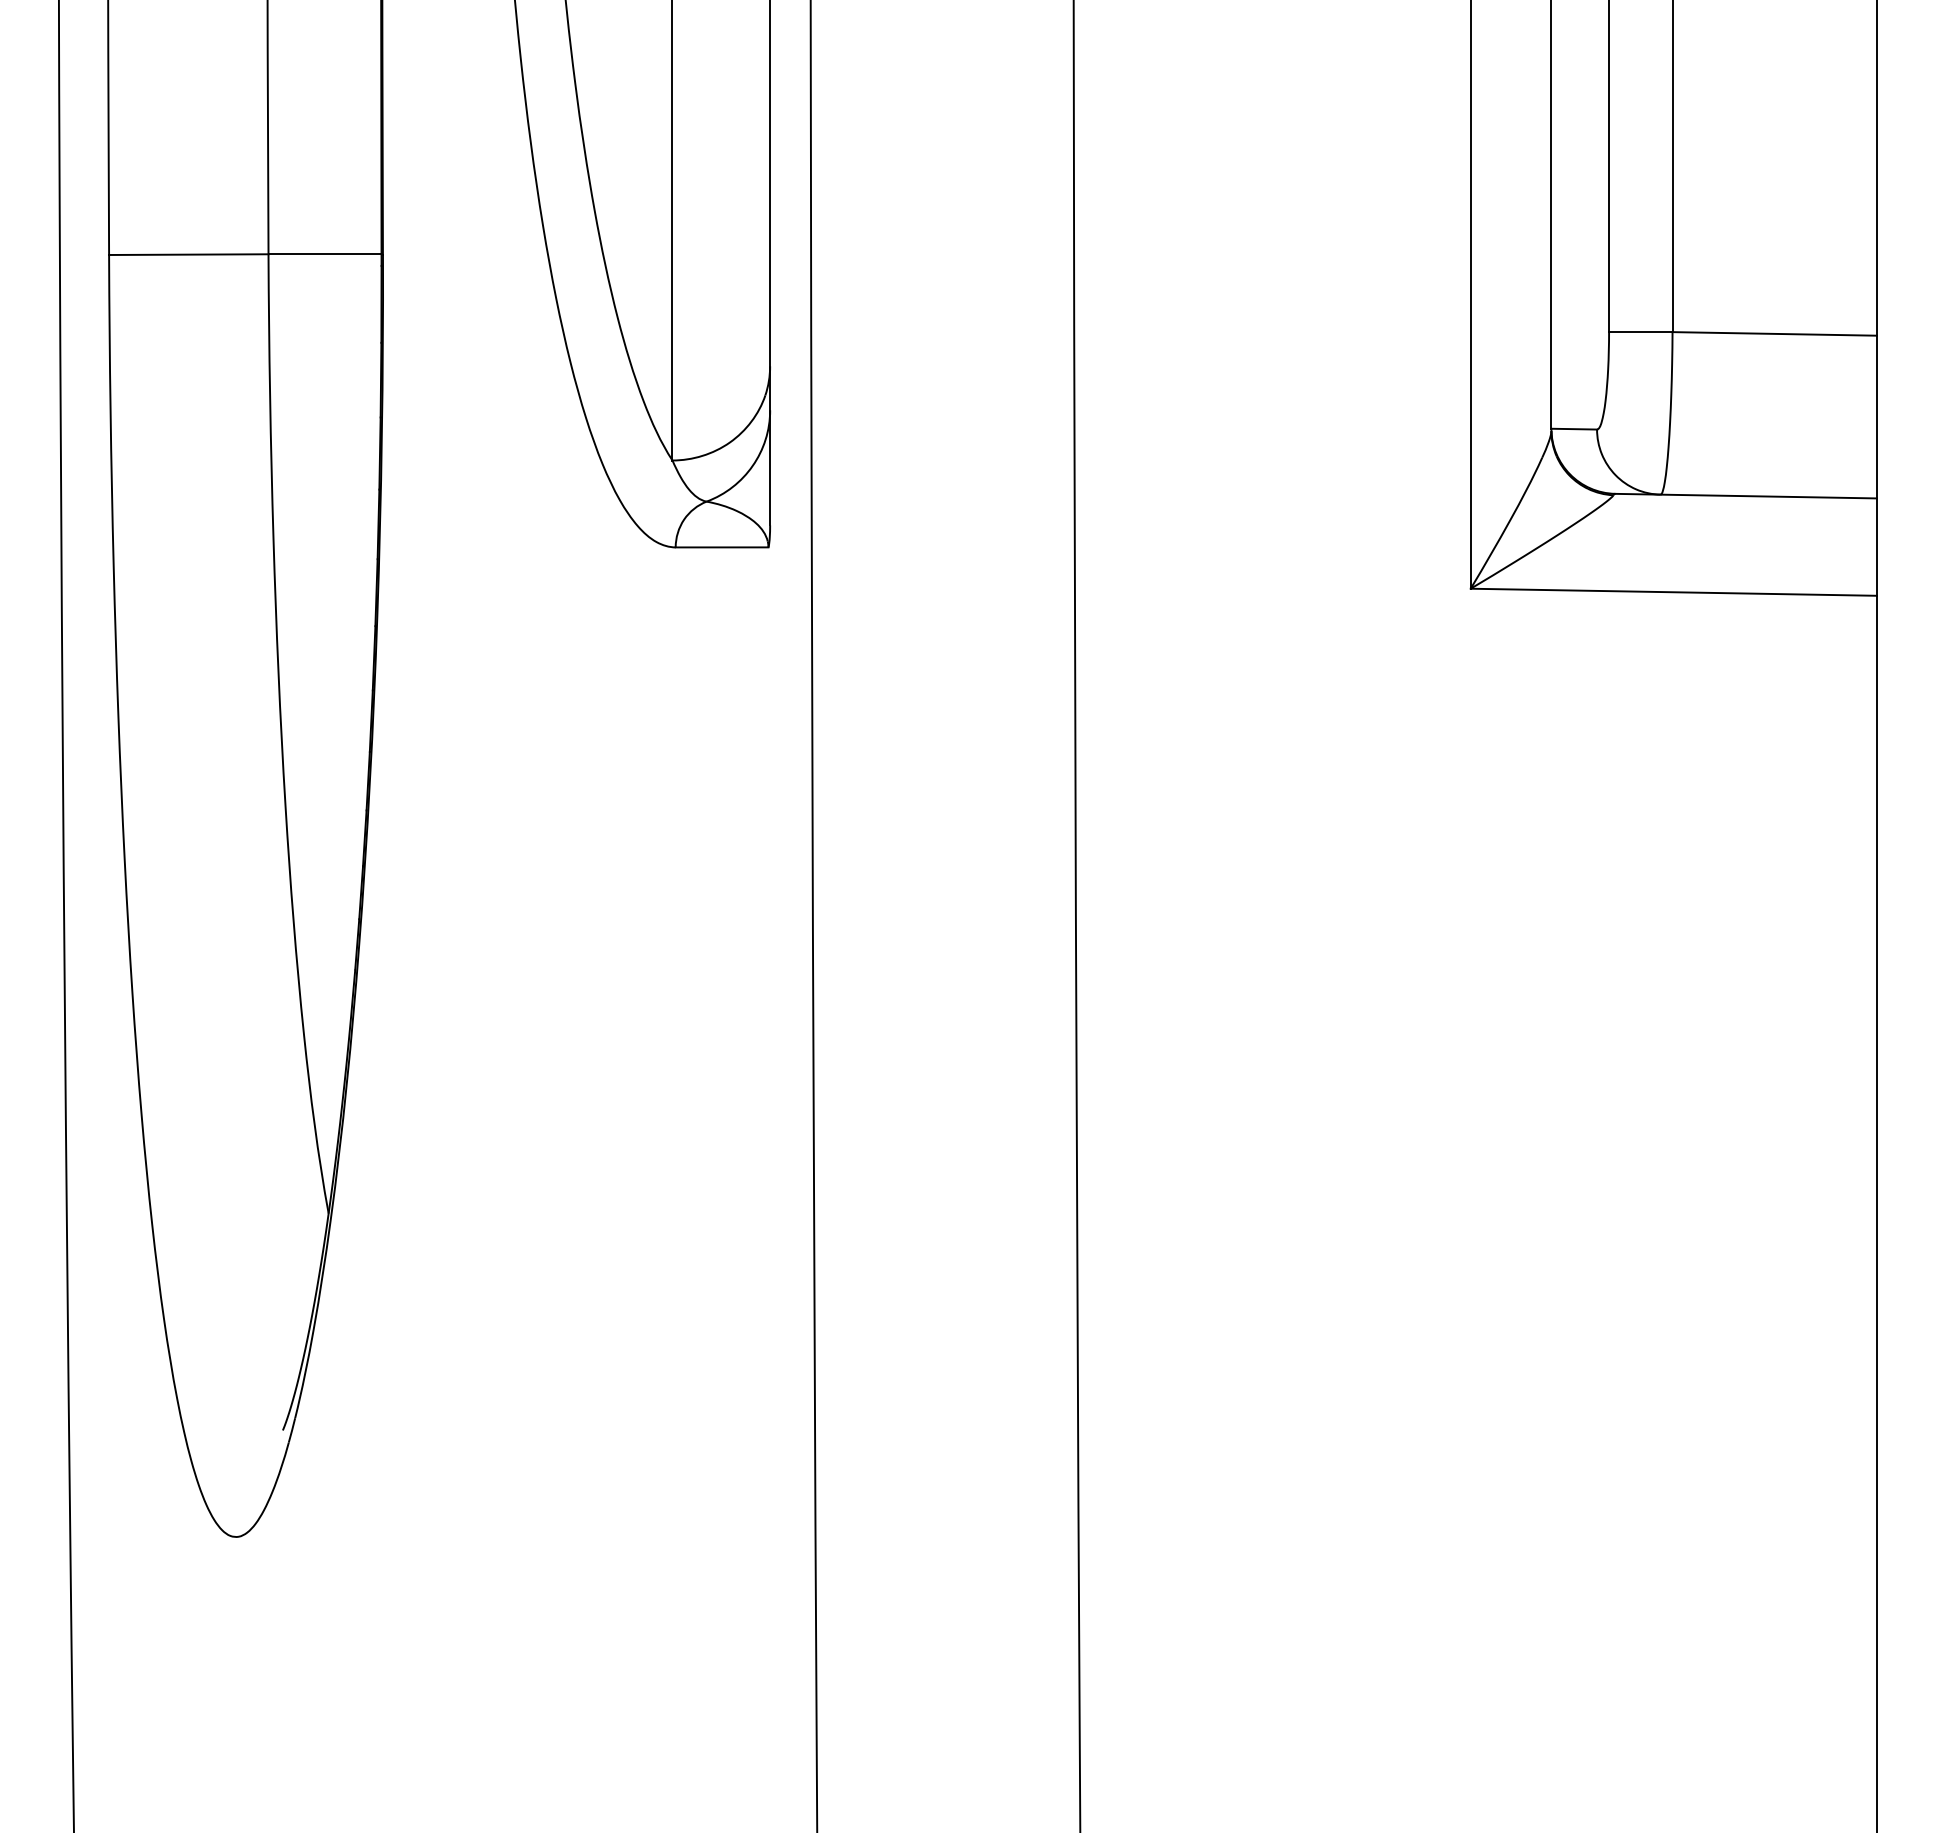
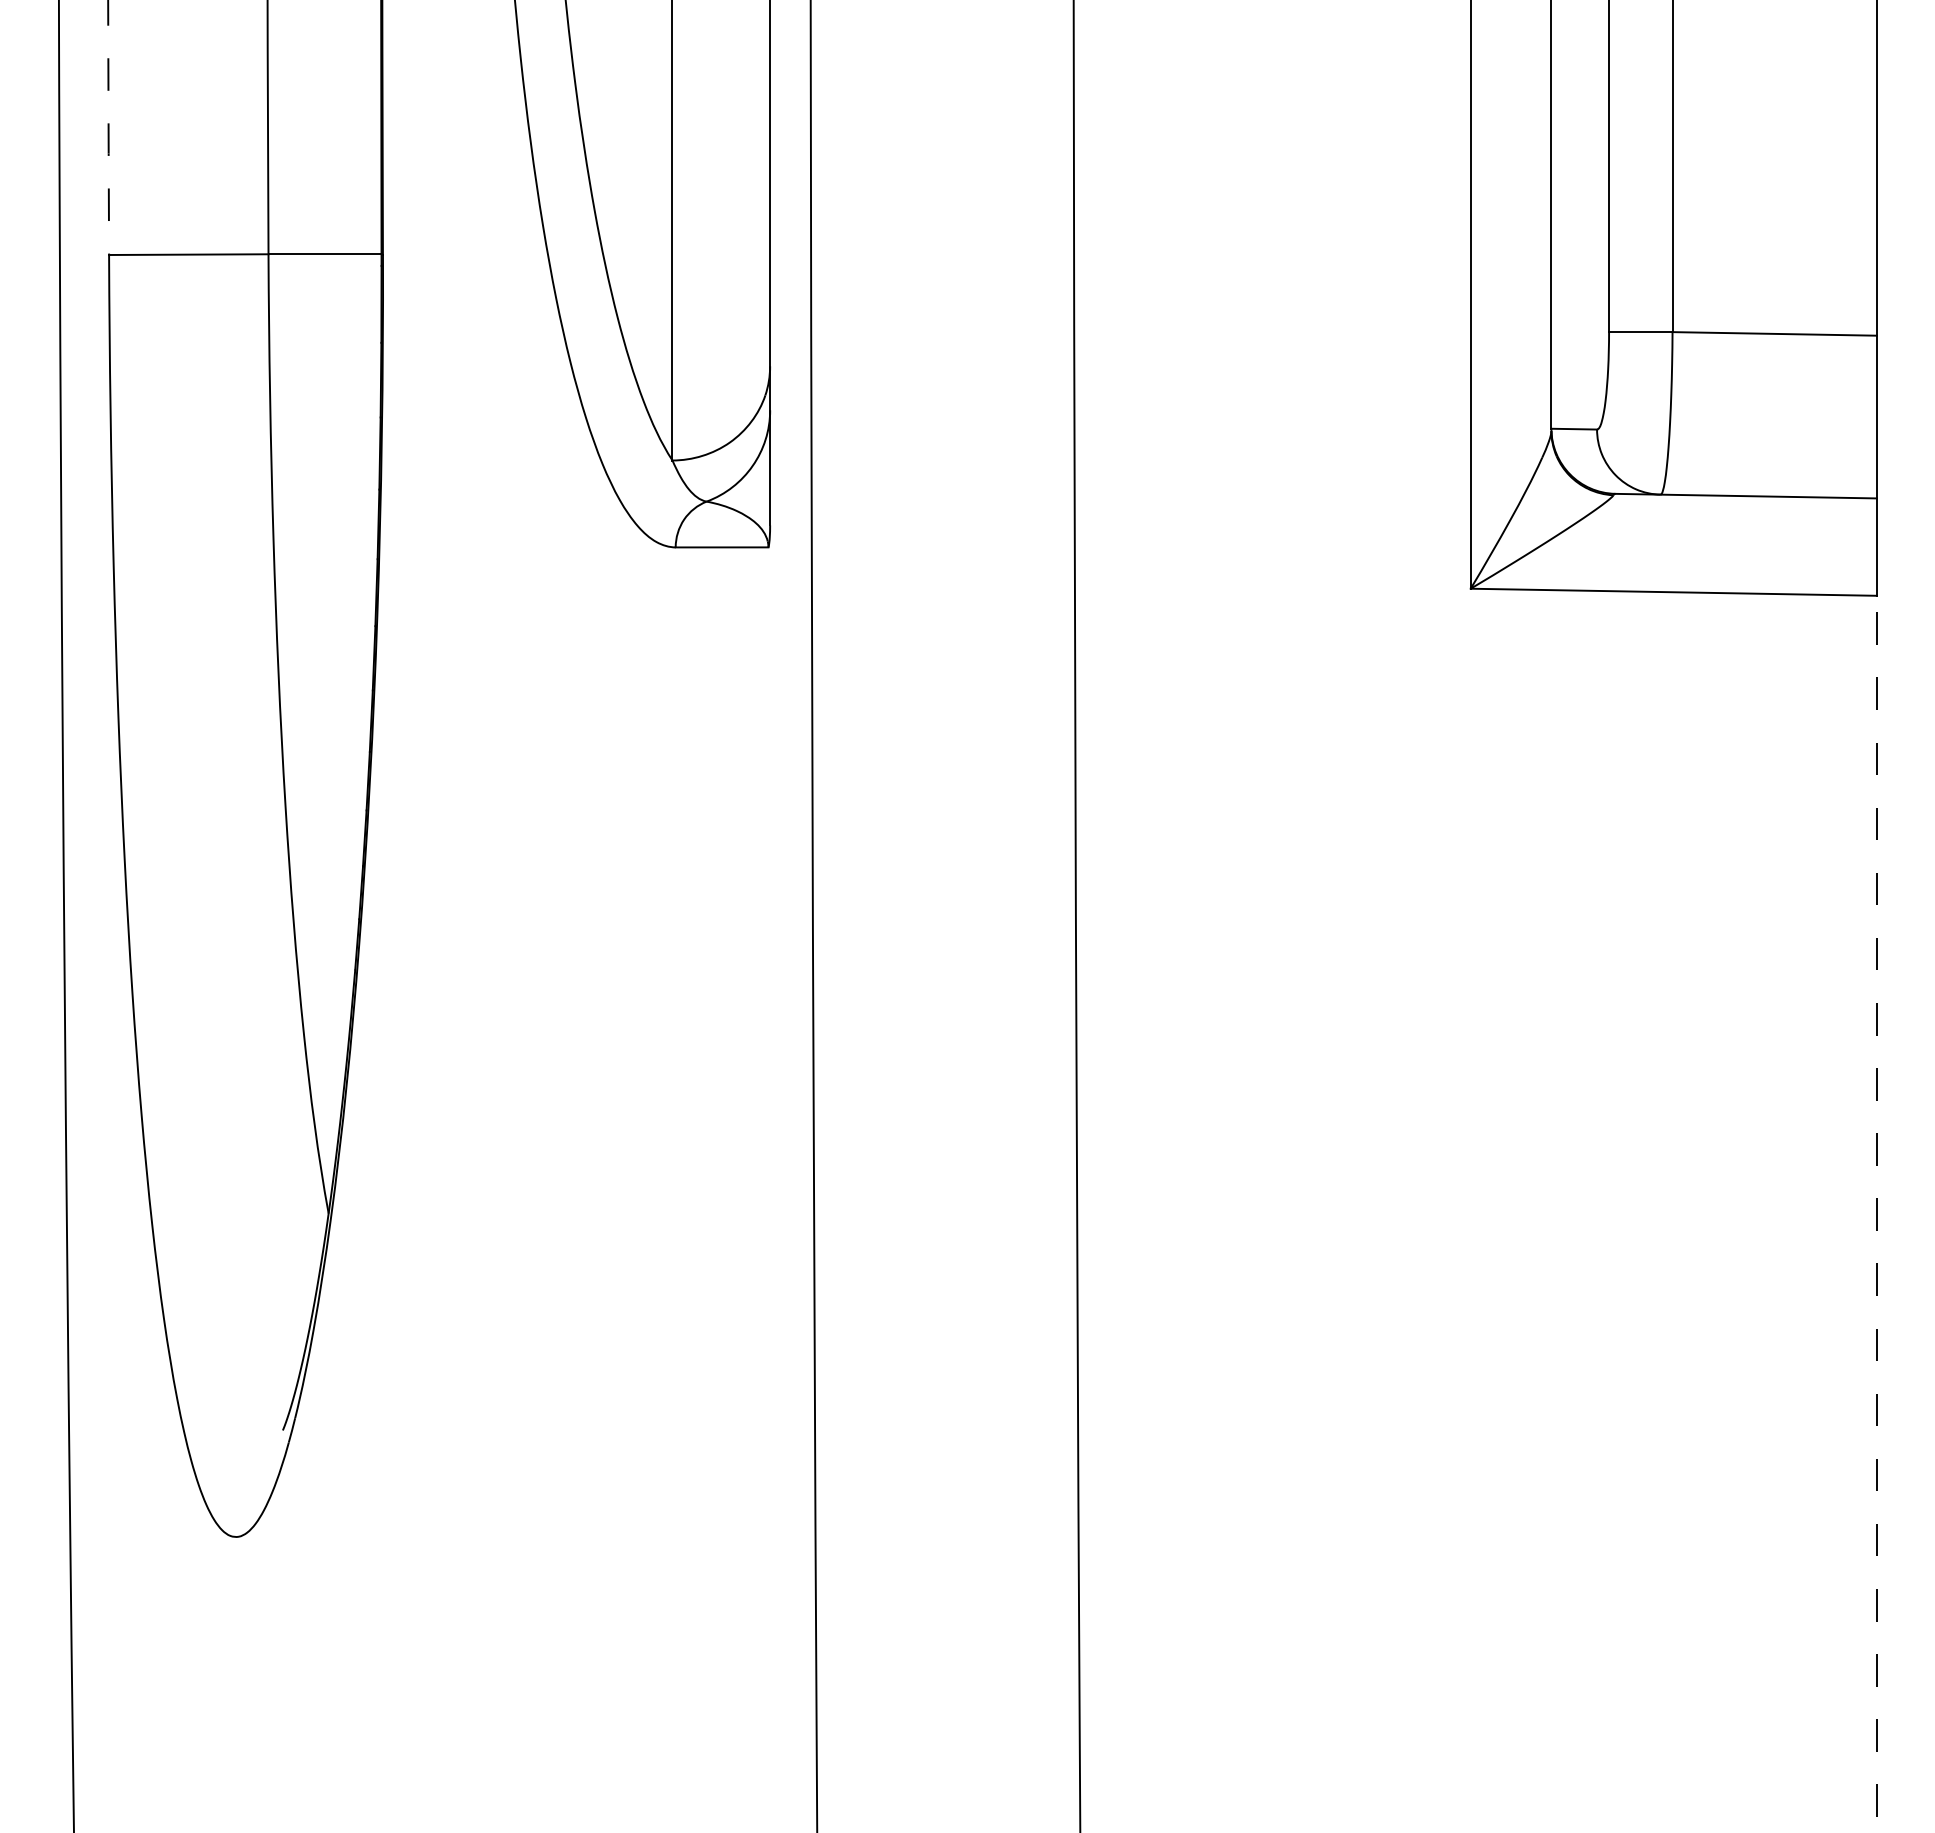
arc at (108, 128): solid -> dashed
line at (1876, 1213): solid -> dashed
